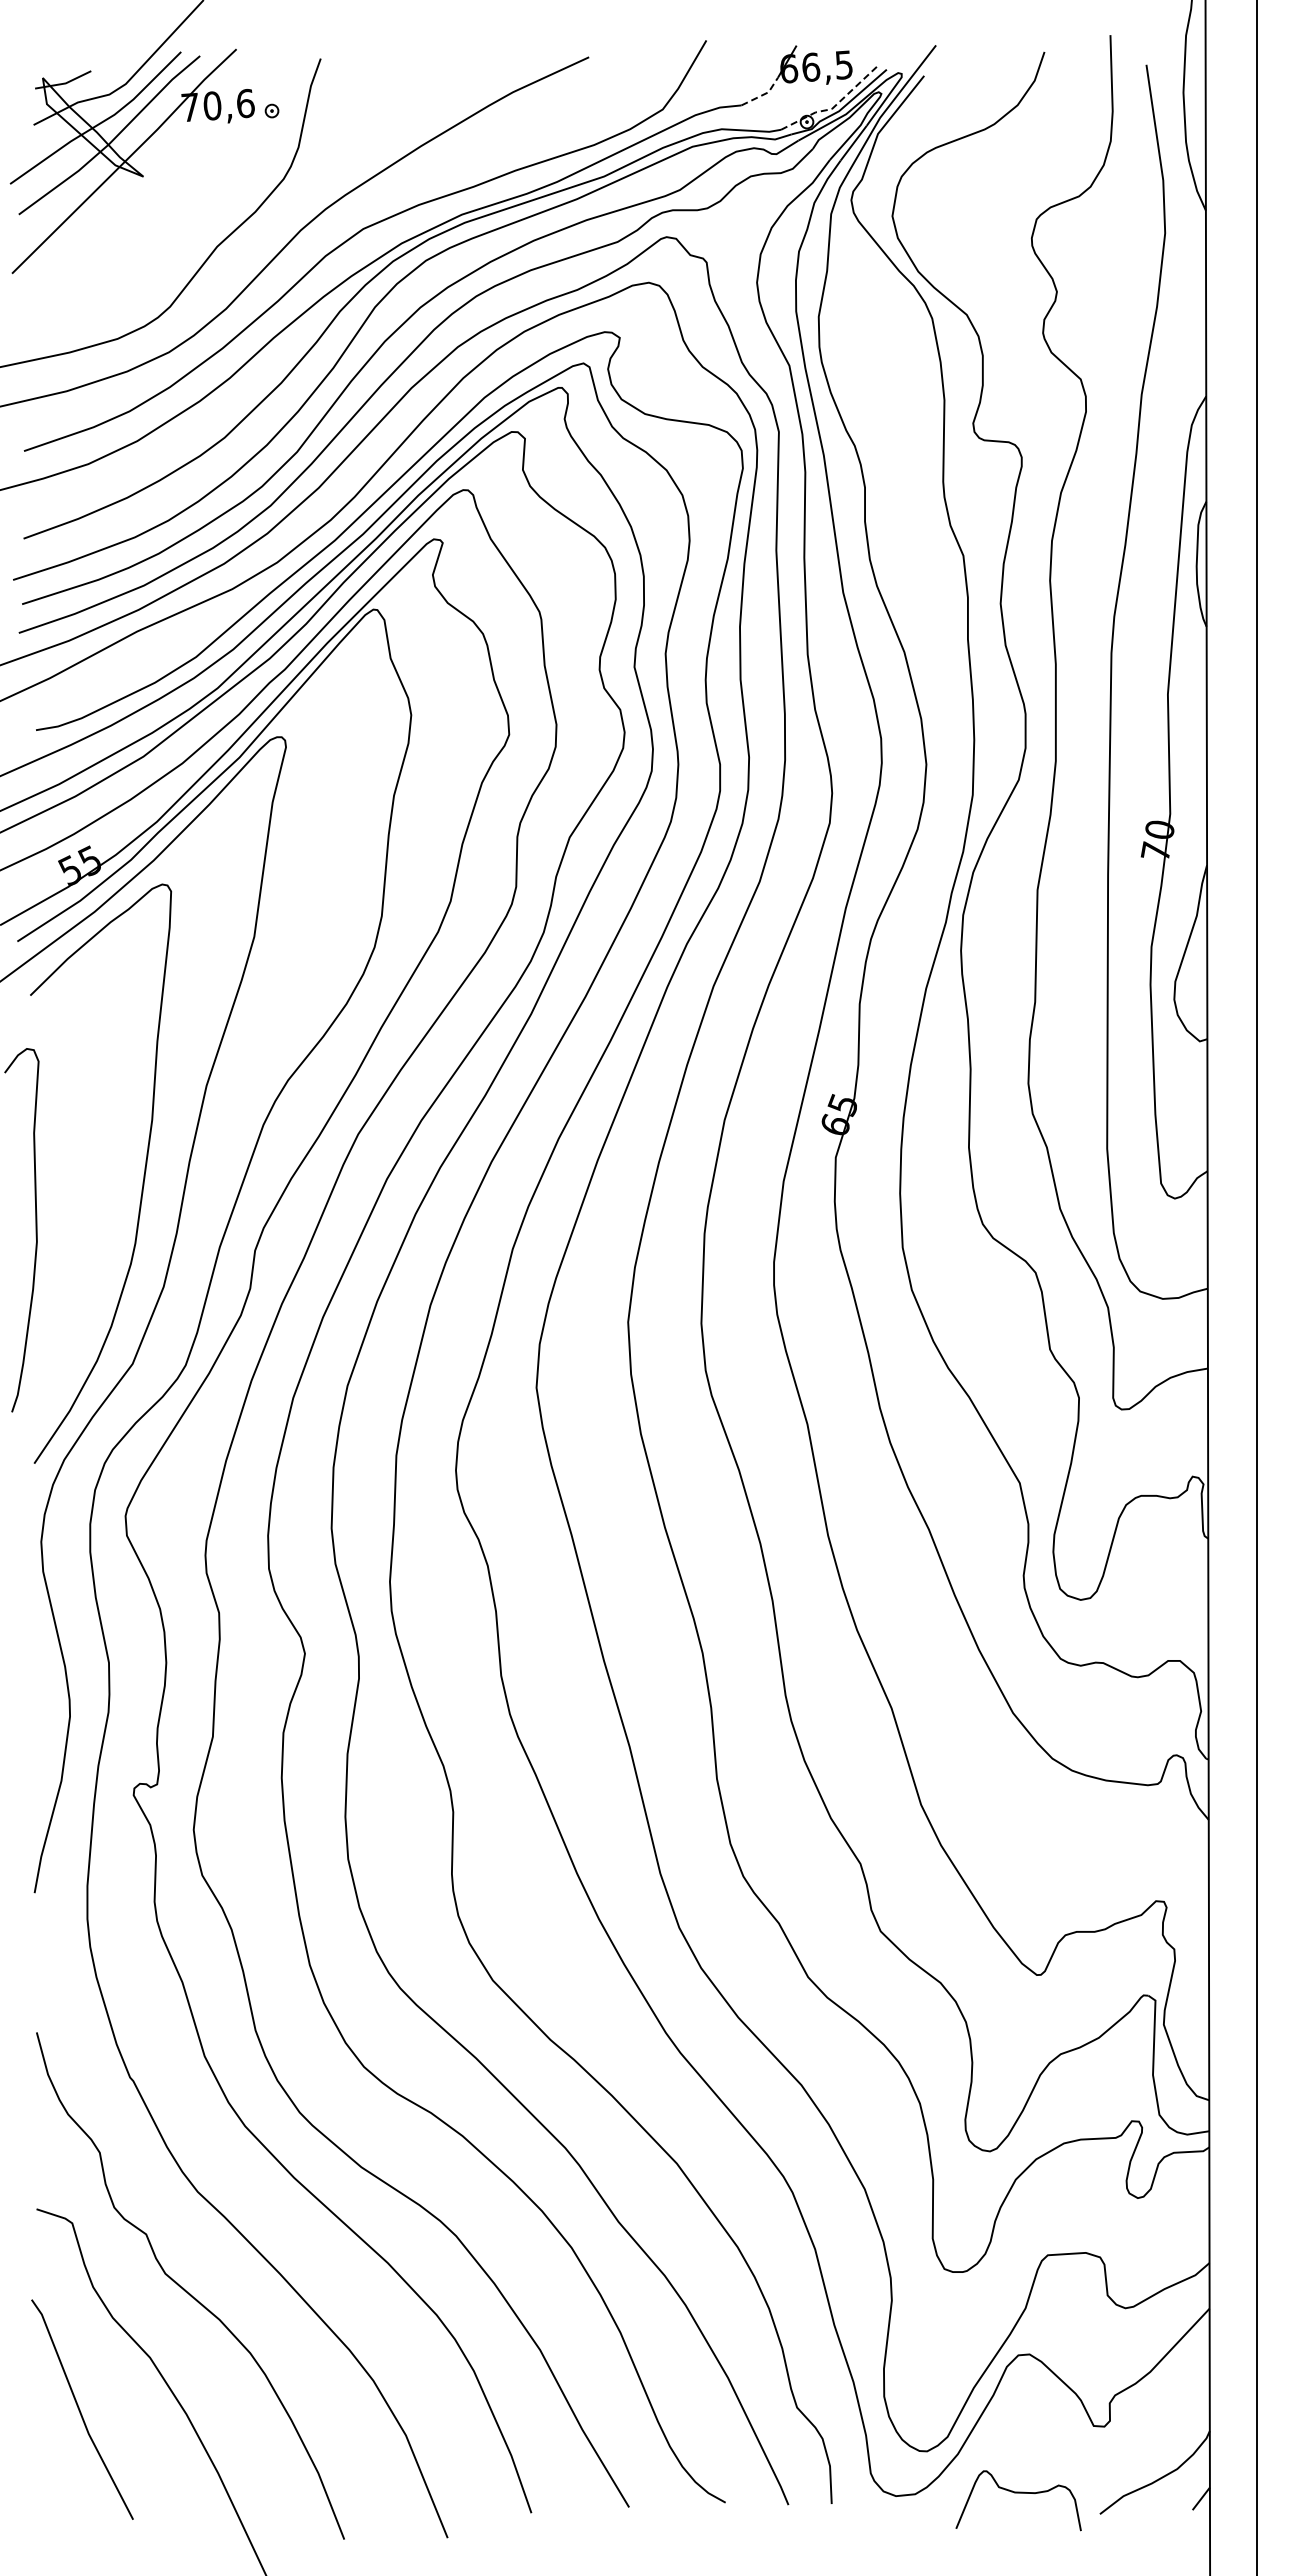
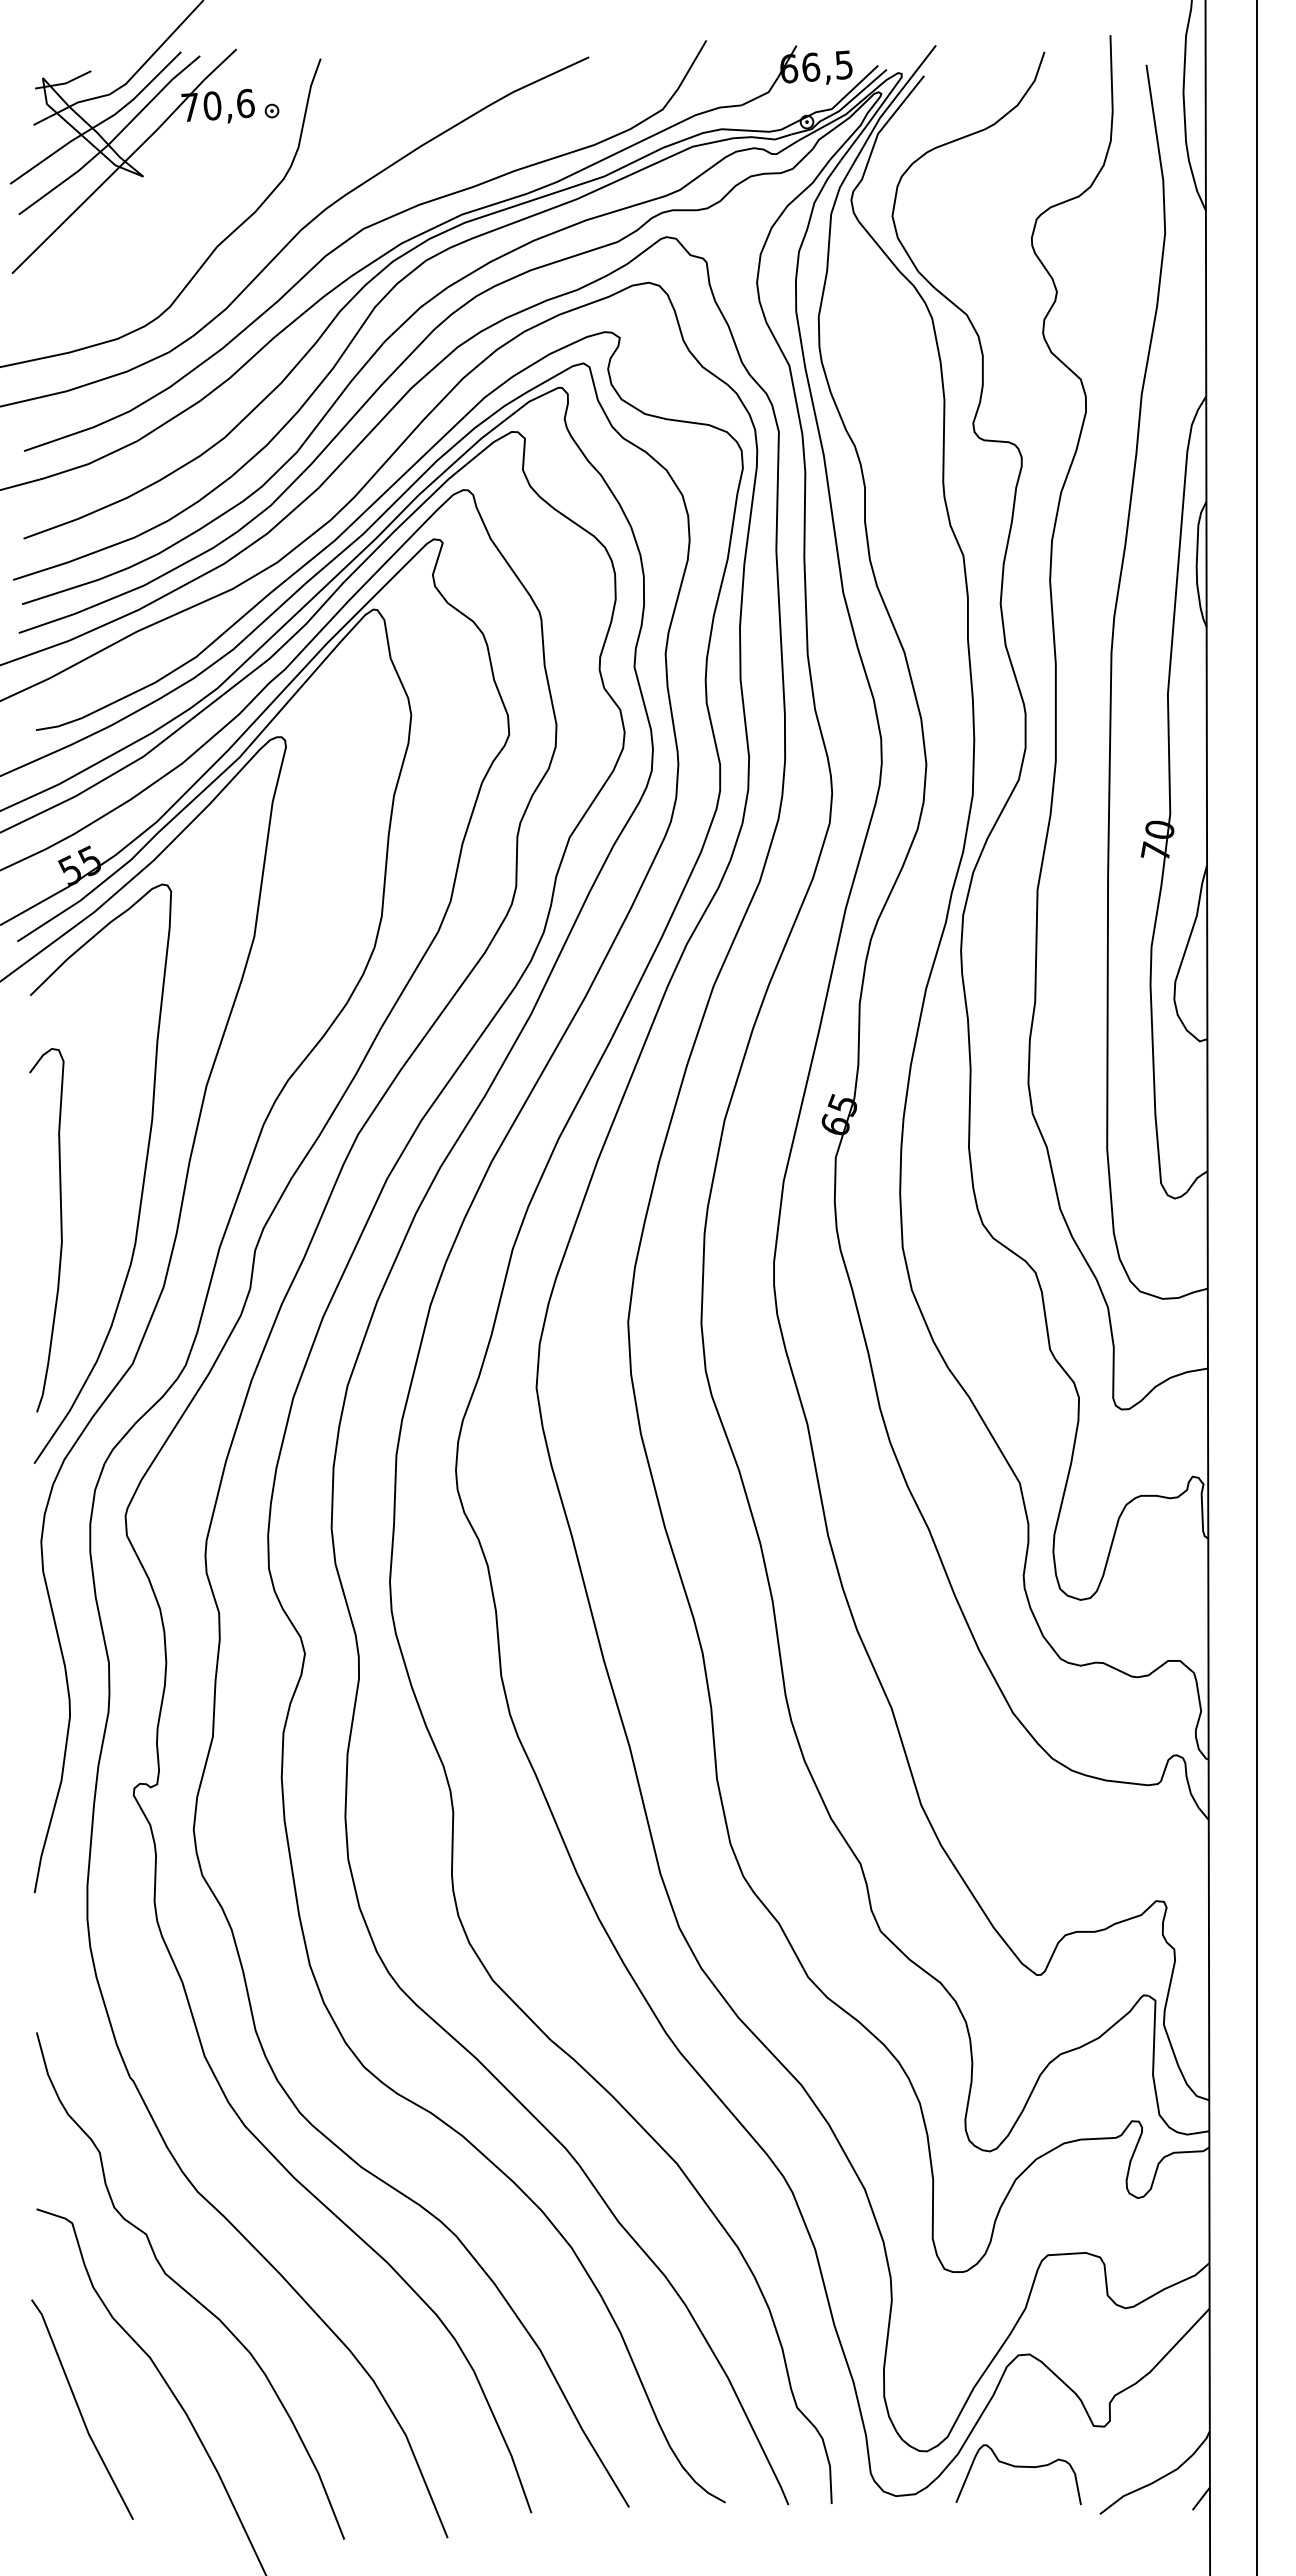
line at (763, 94): dashed -> solid
line at (834, 107): dashed -> solid
curve at (35, 1230) position: (35, 1230) -> (60, 1230)
curve at (1018, 2493) position: (1018, 2493) -> (1018, 2467)
